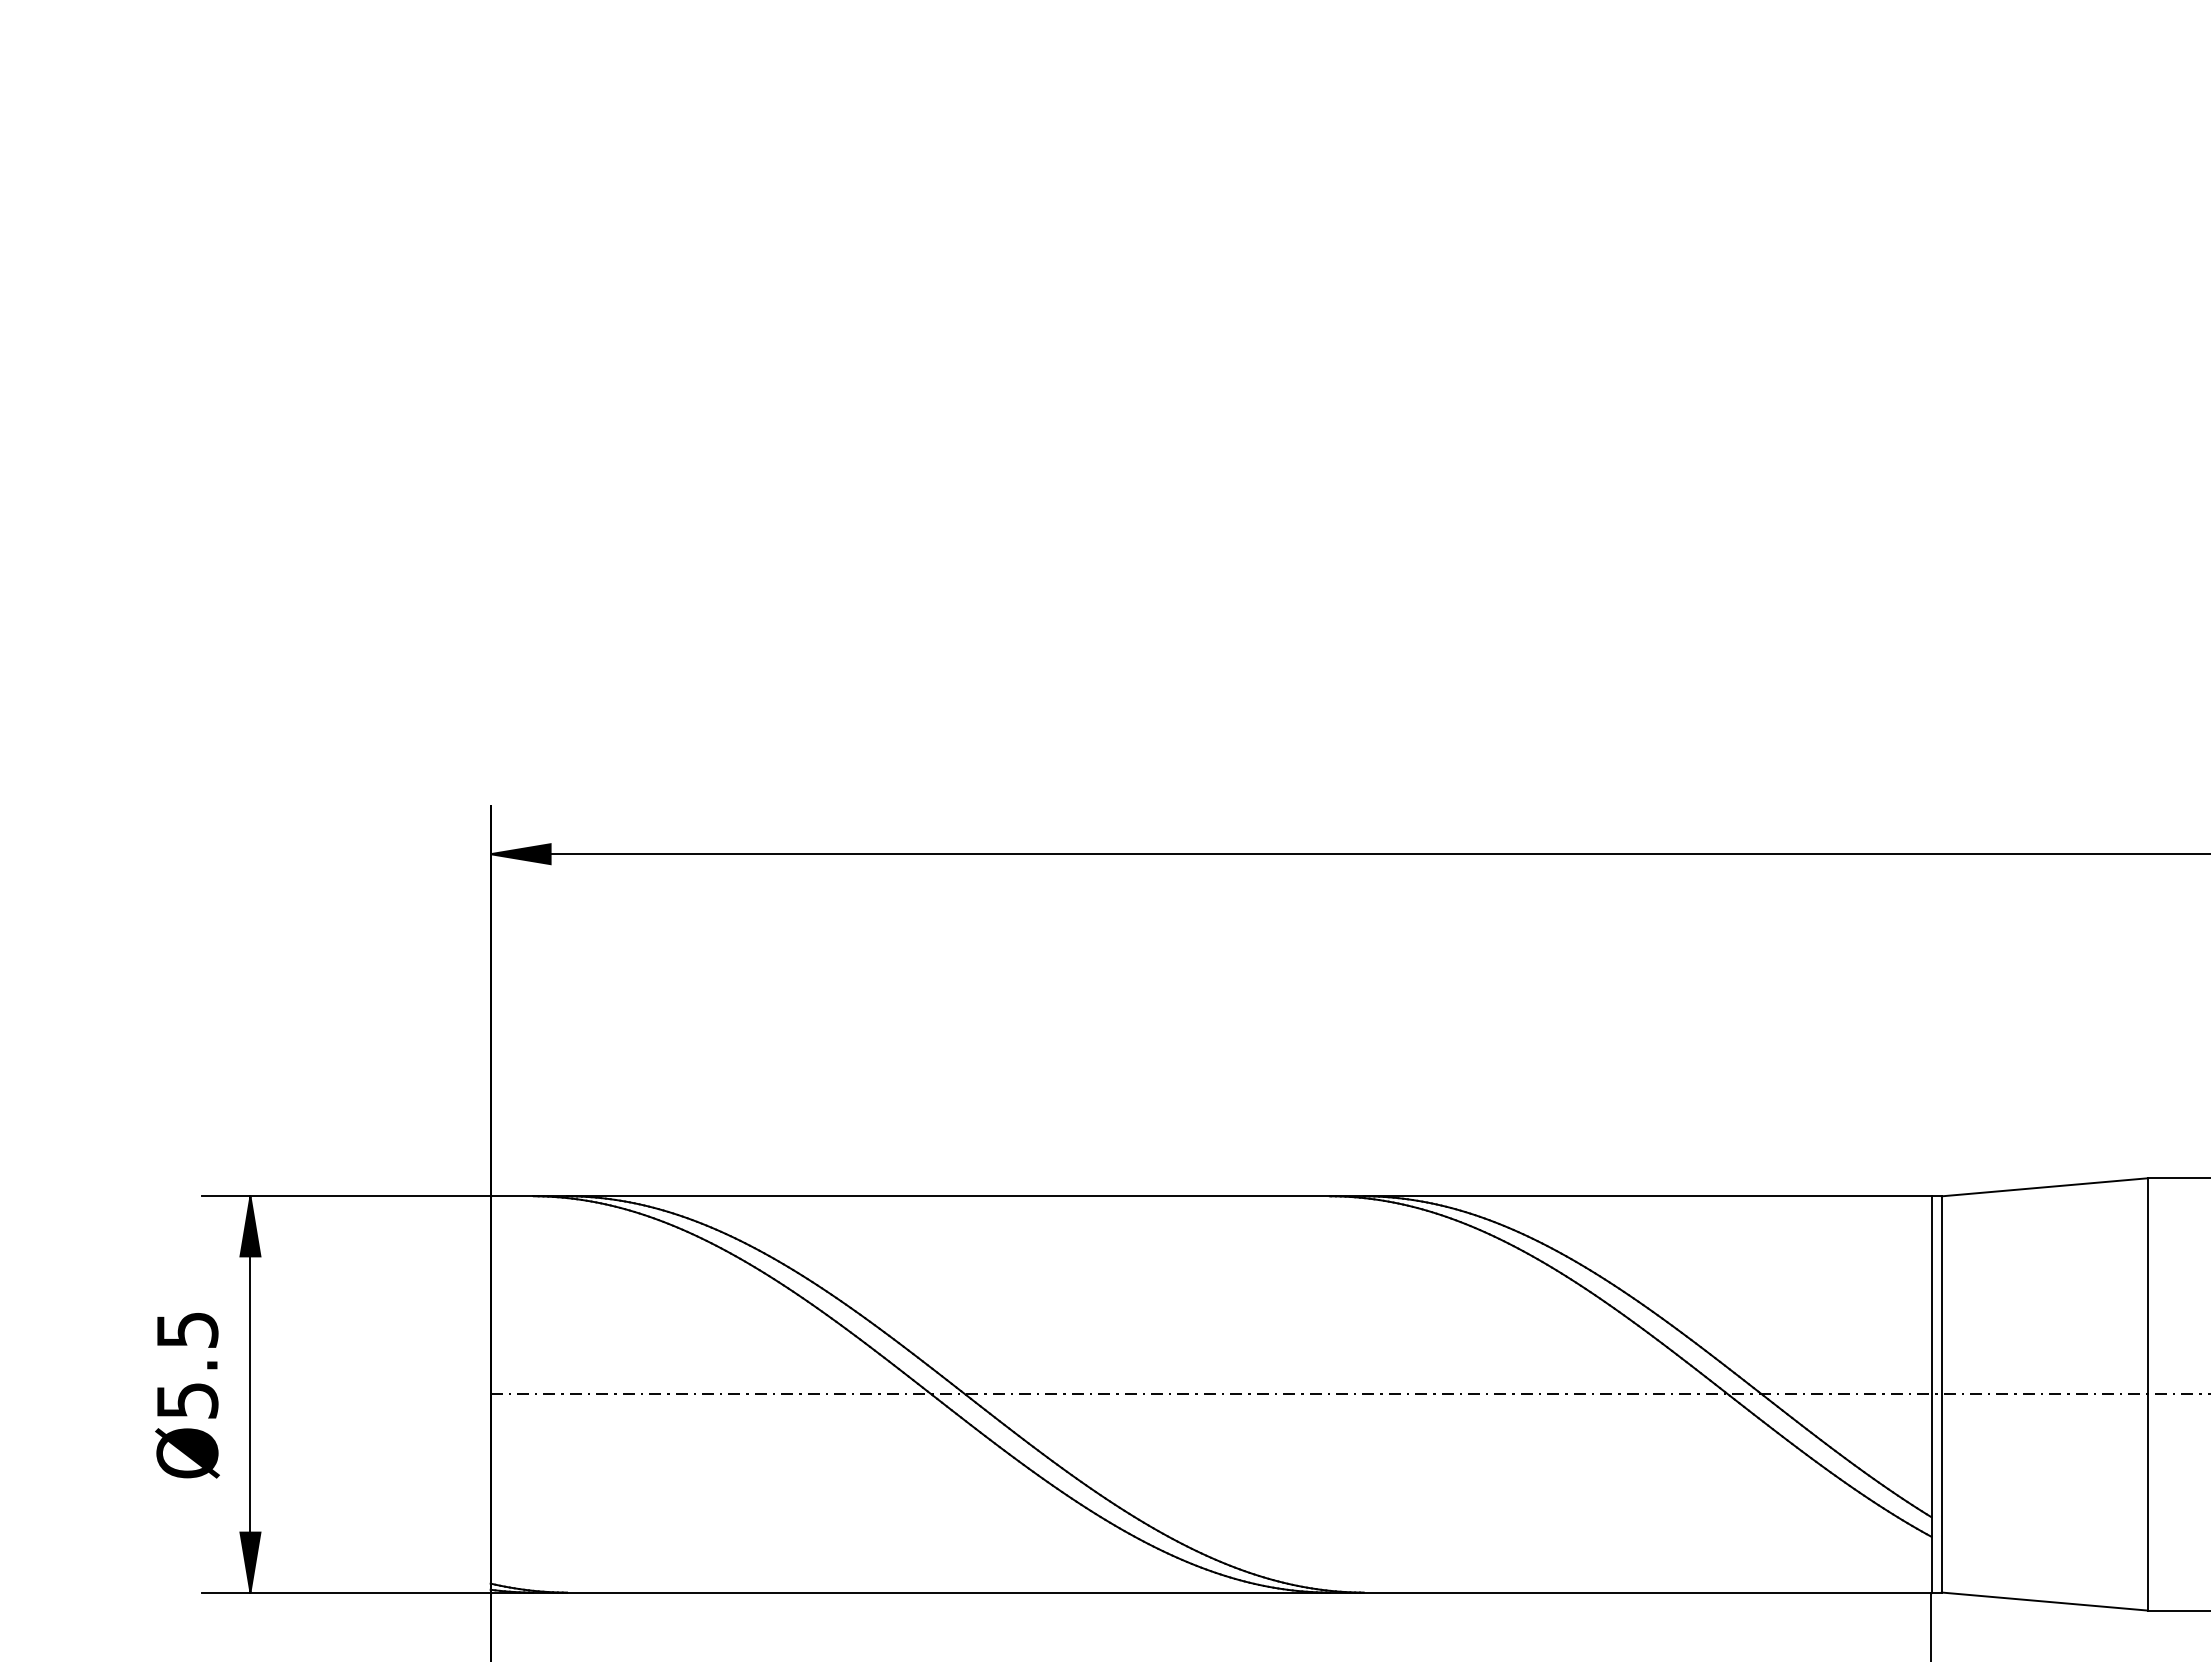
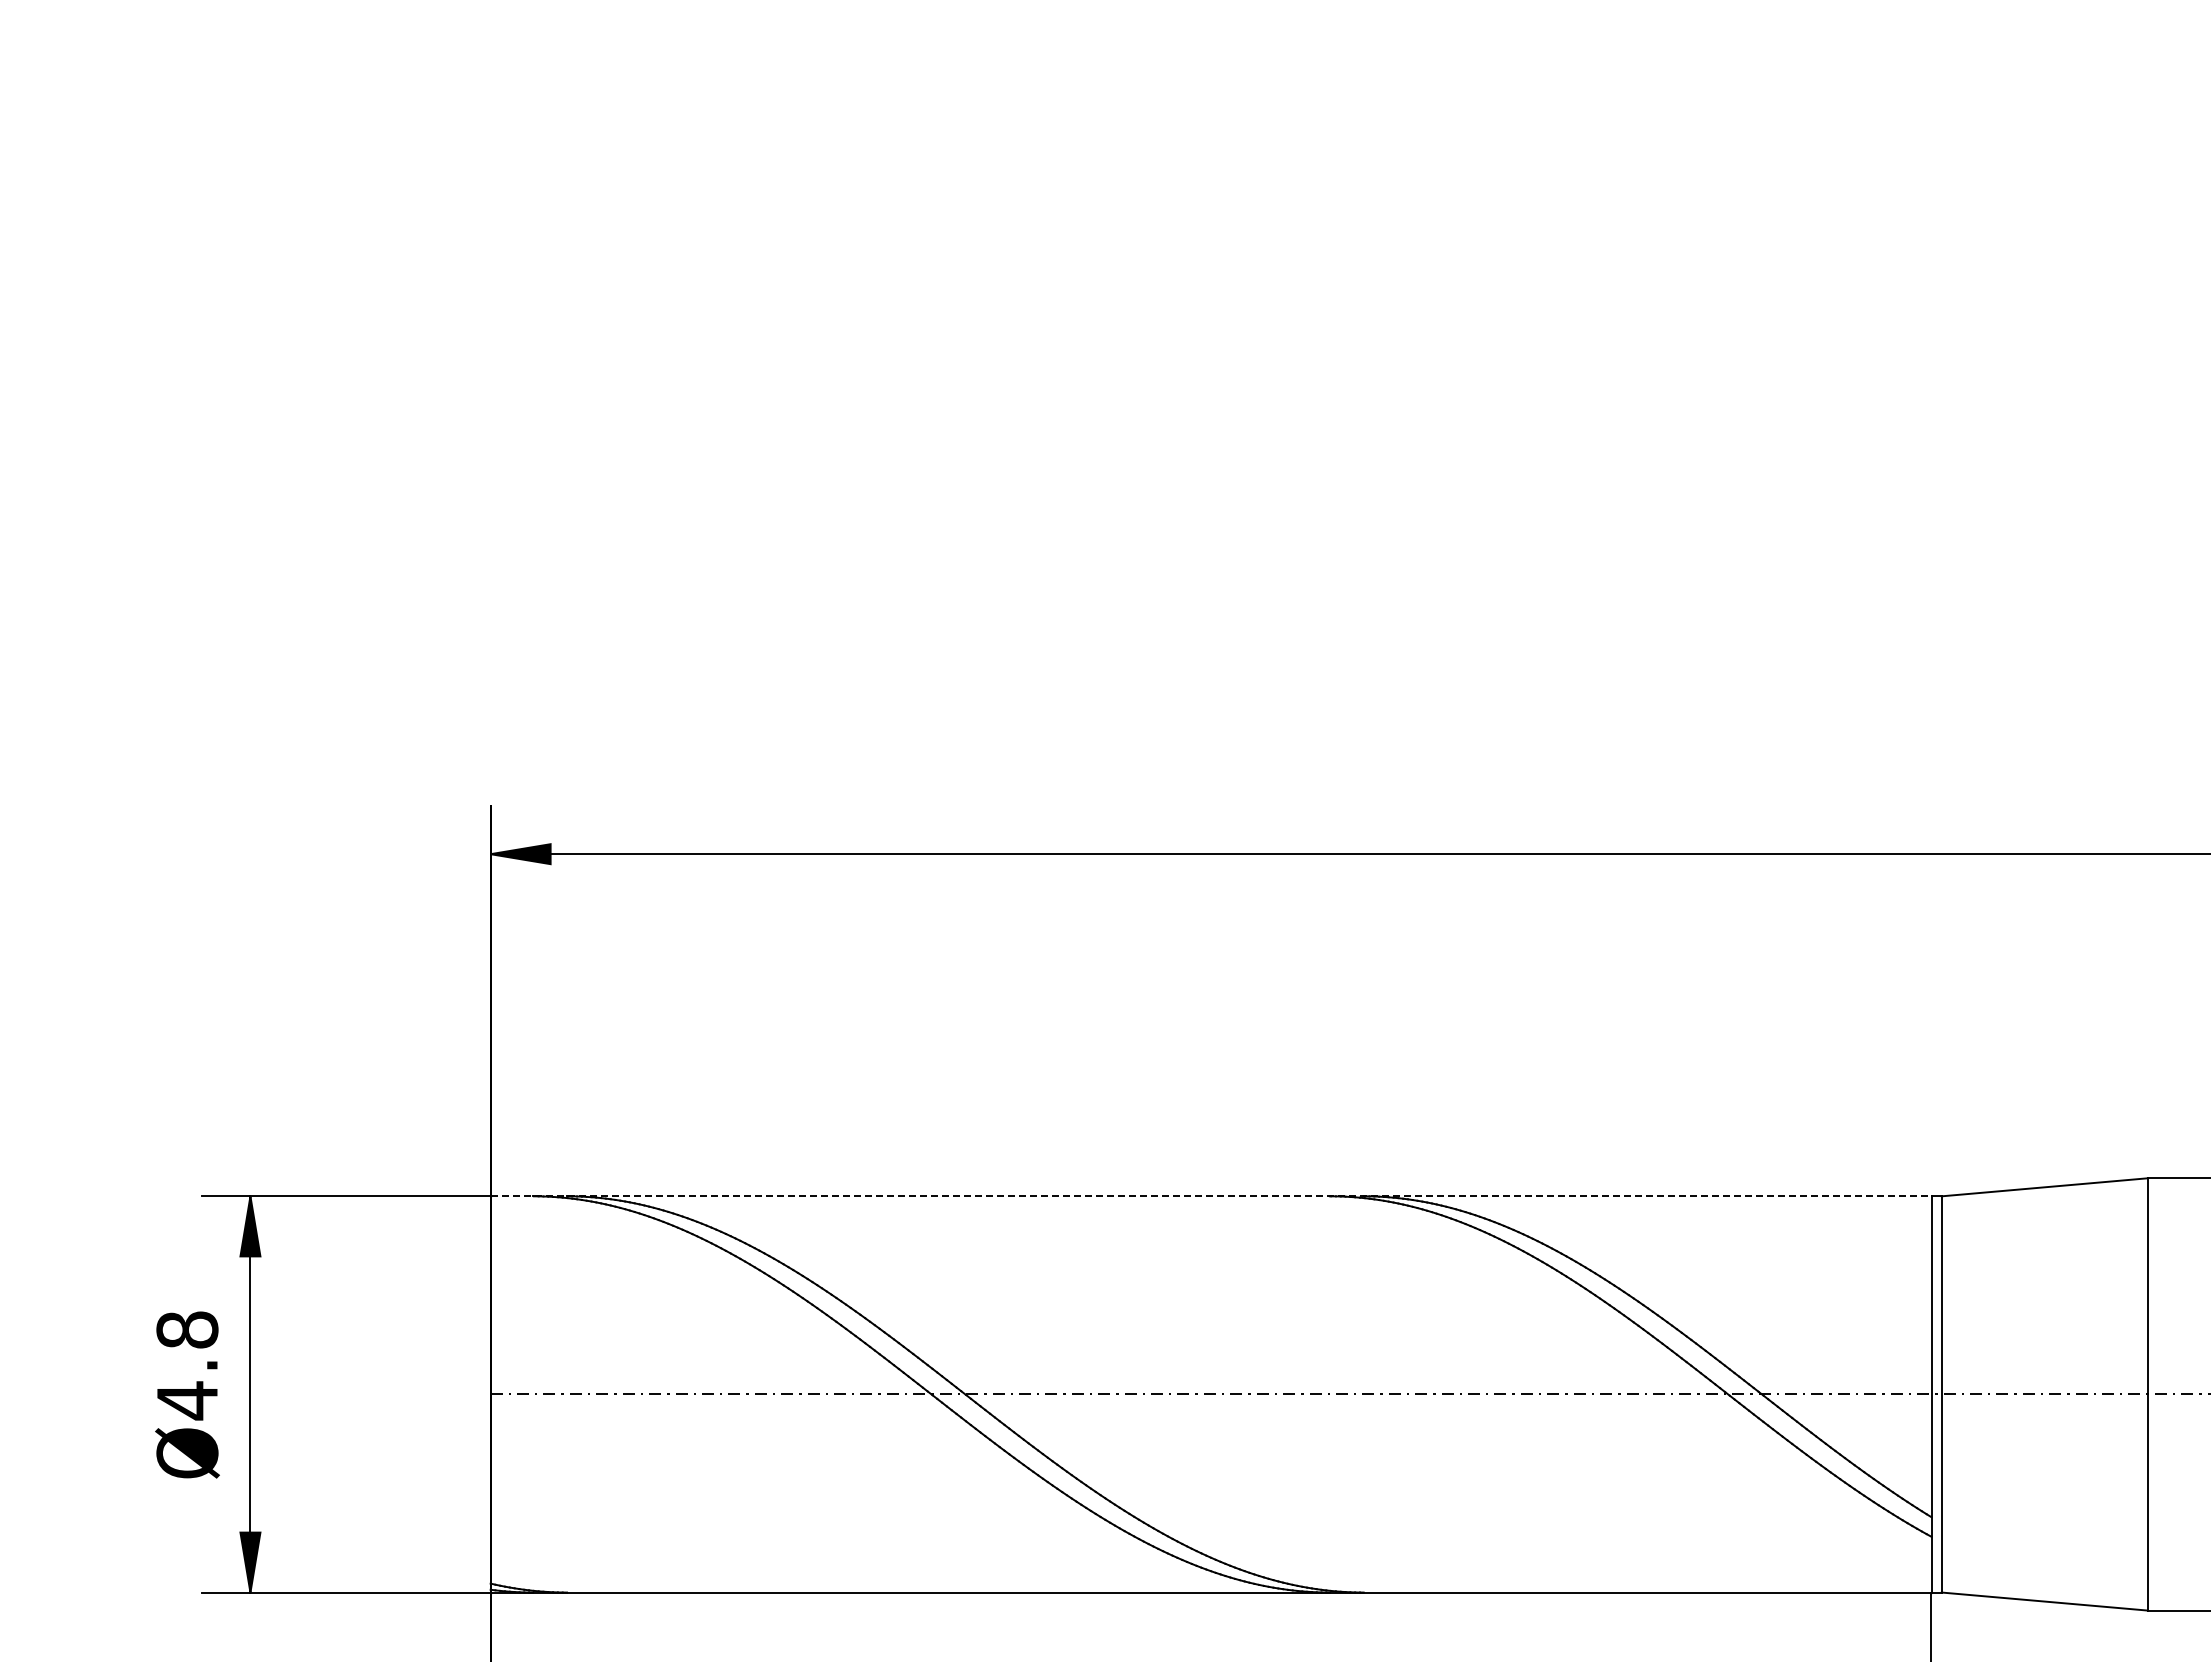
line at (1211, 1196): solid -> dashed
text at (187, 1365): Ø5.5 -> Ø4.8
